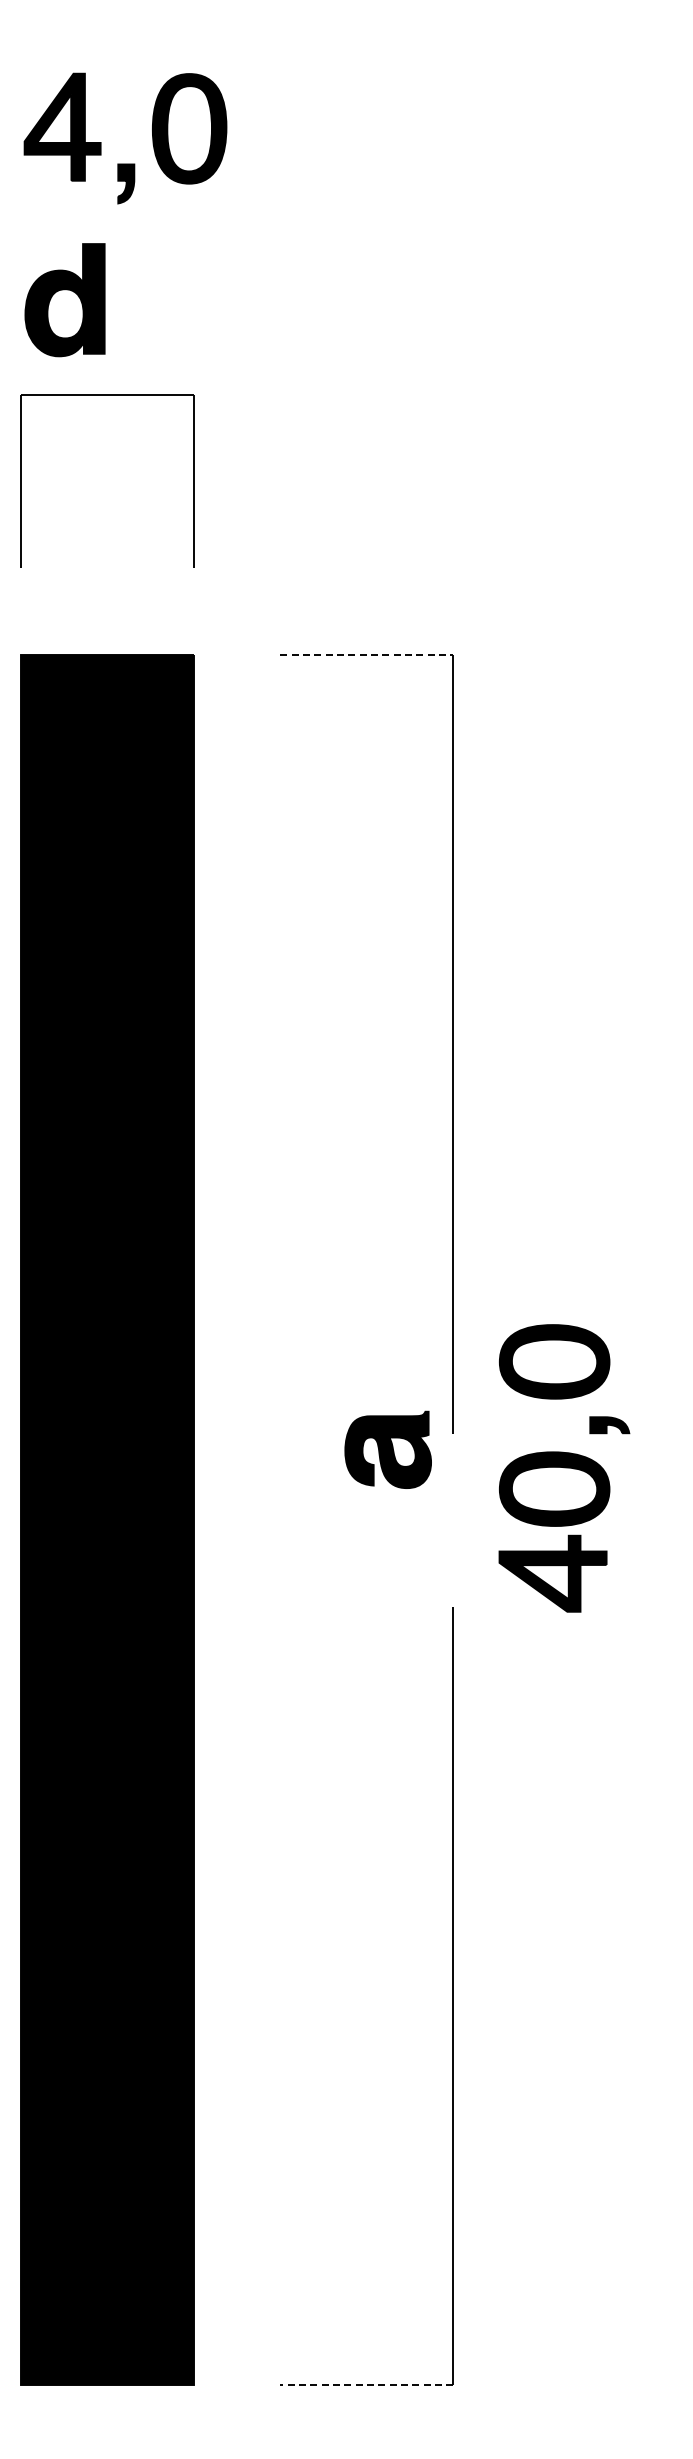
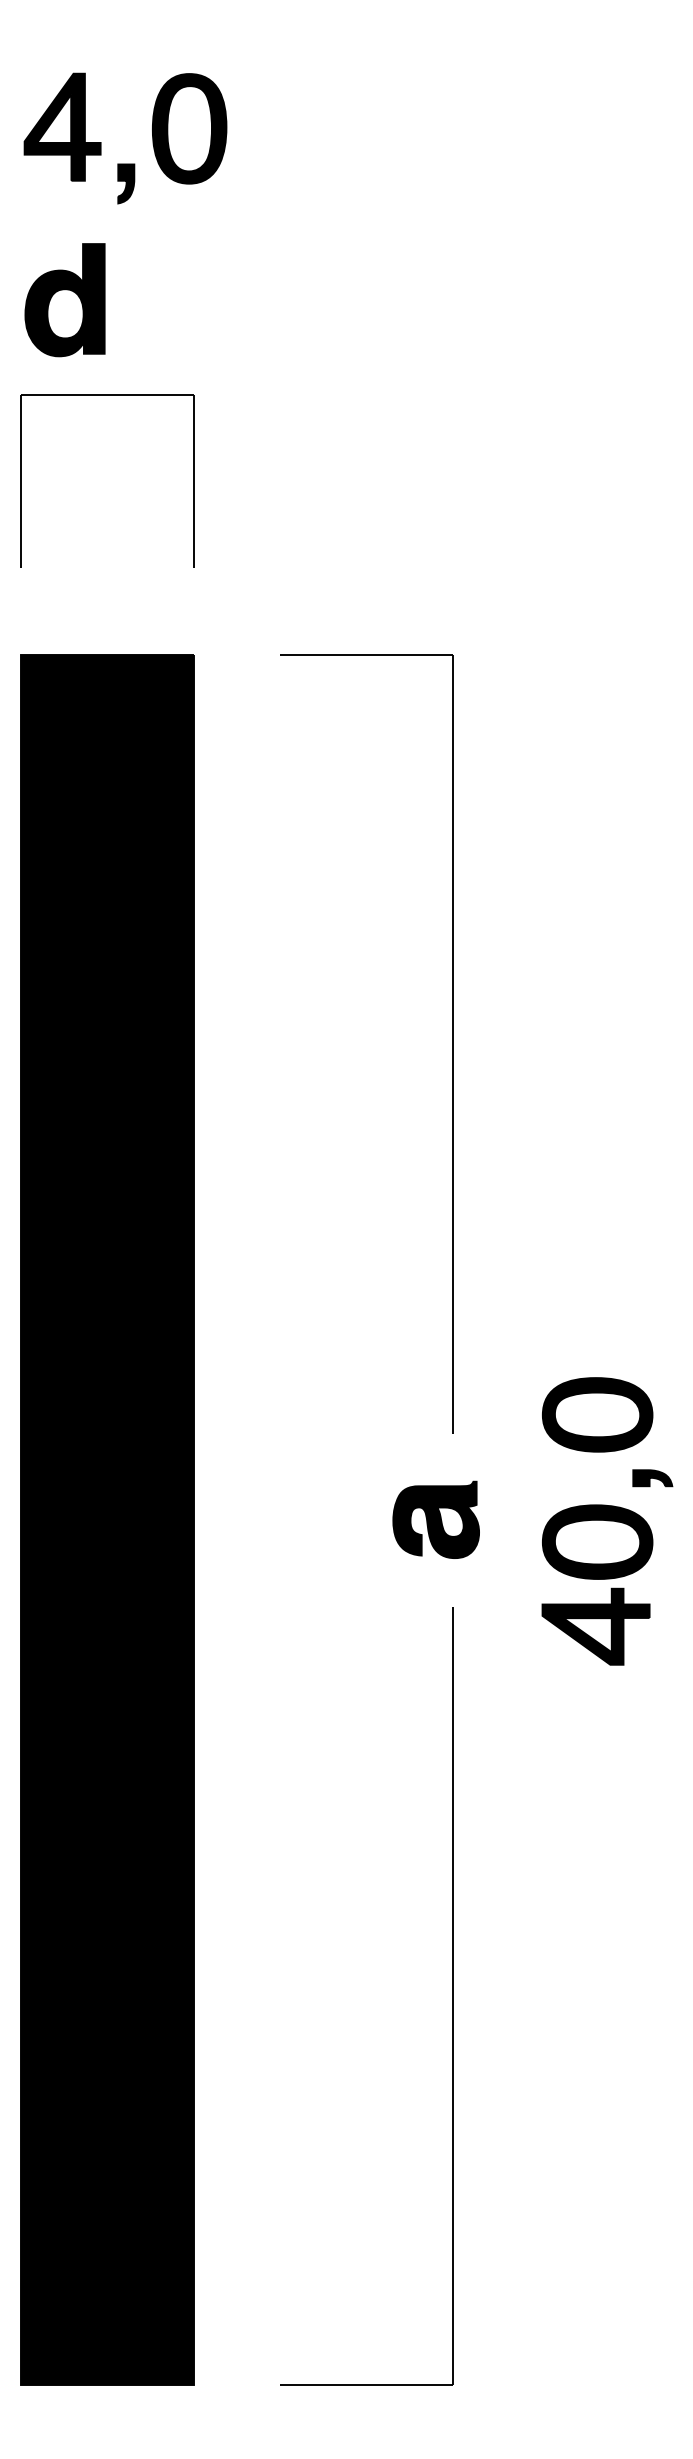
line at (366, 654): dashed -> solid
part at (387, 1449) position: (387, 1449) -> (435, 1519)
part at (564, 1468) position: (564, 1468) -> (607, 1521)
line at (366, 2385): dashed -> solid
